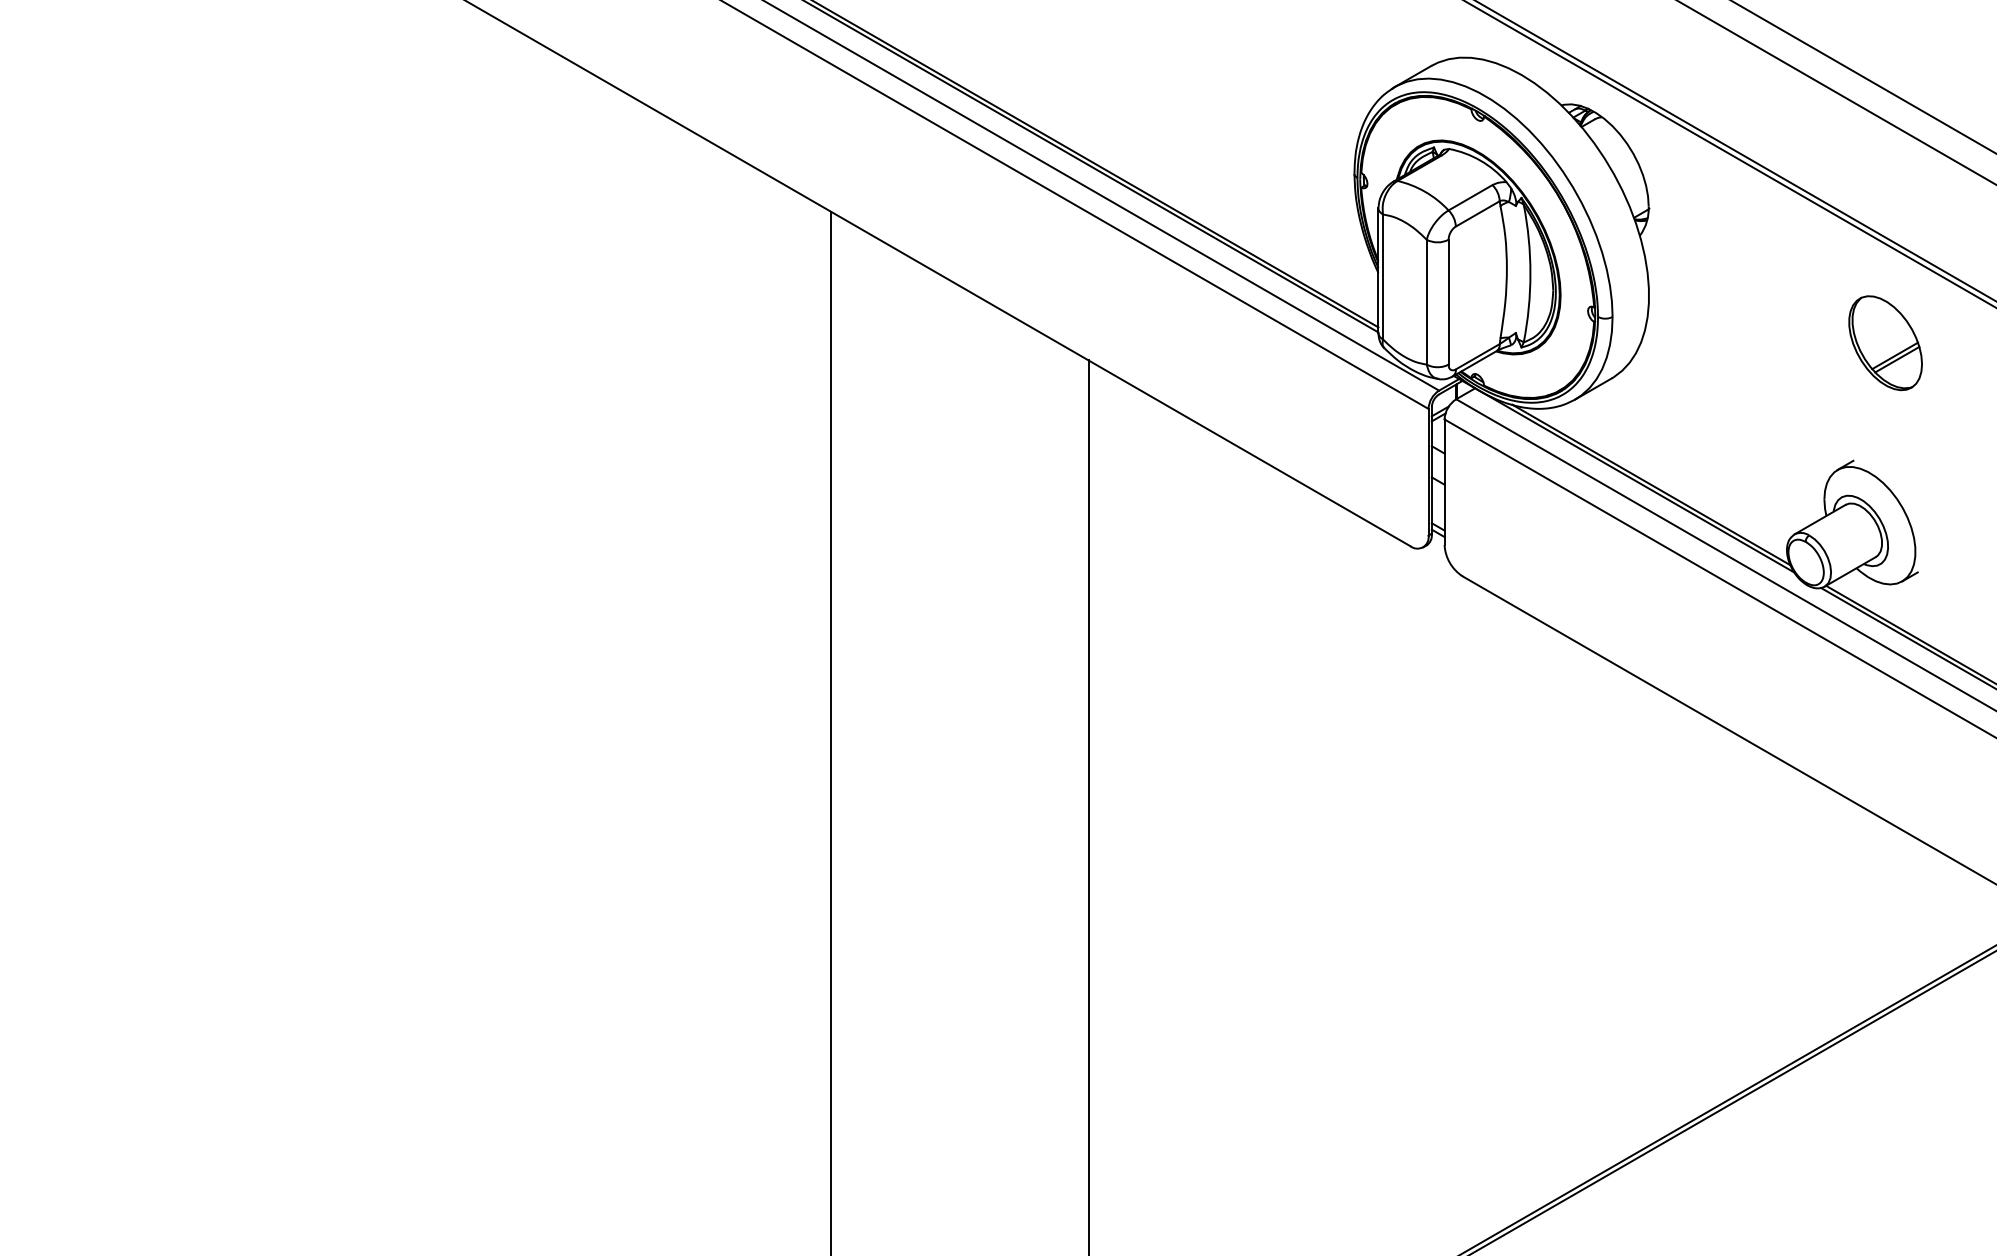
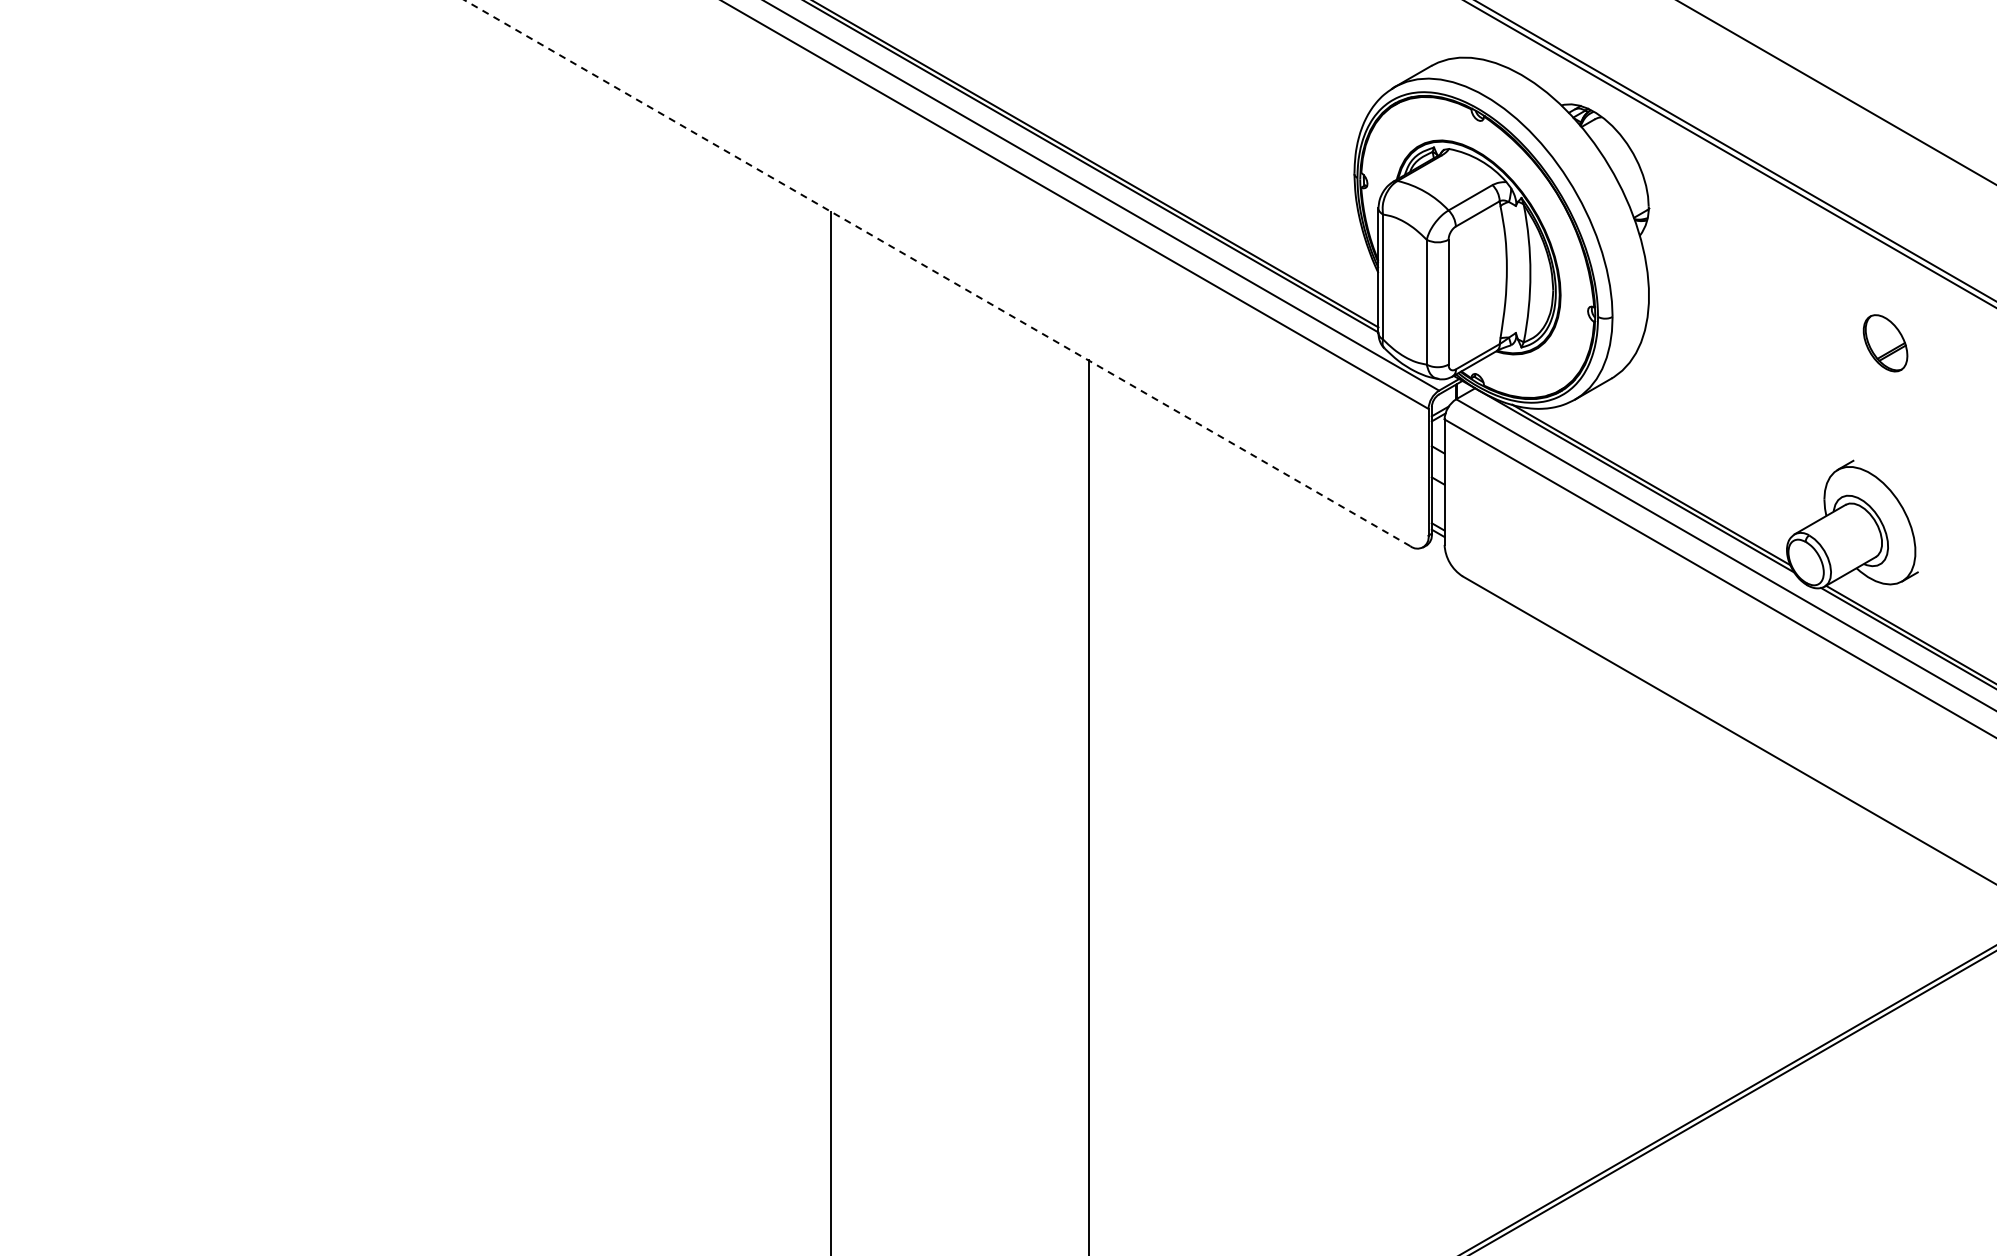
line at (1863, 77): present -> none
line at (937, 273): solid -> dashed
part at (1885, 343) size: 75x97 px -> 47x59 px
